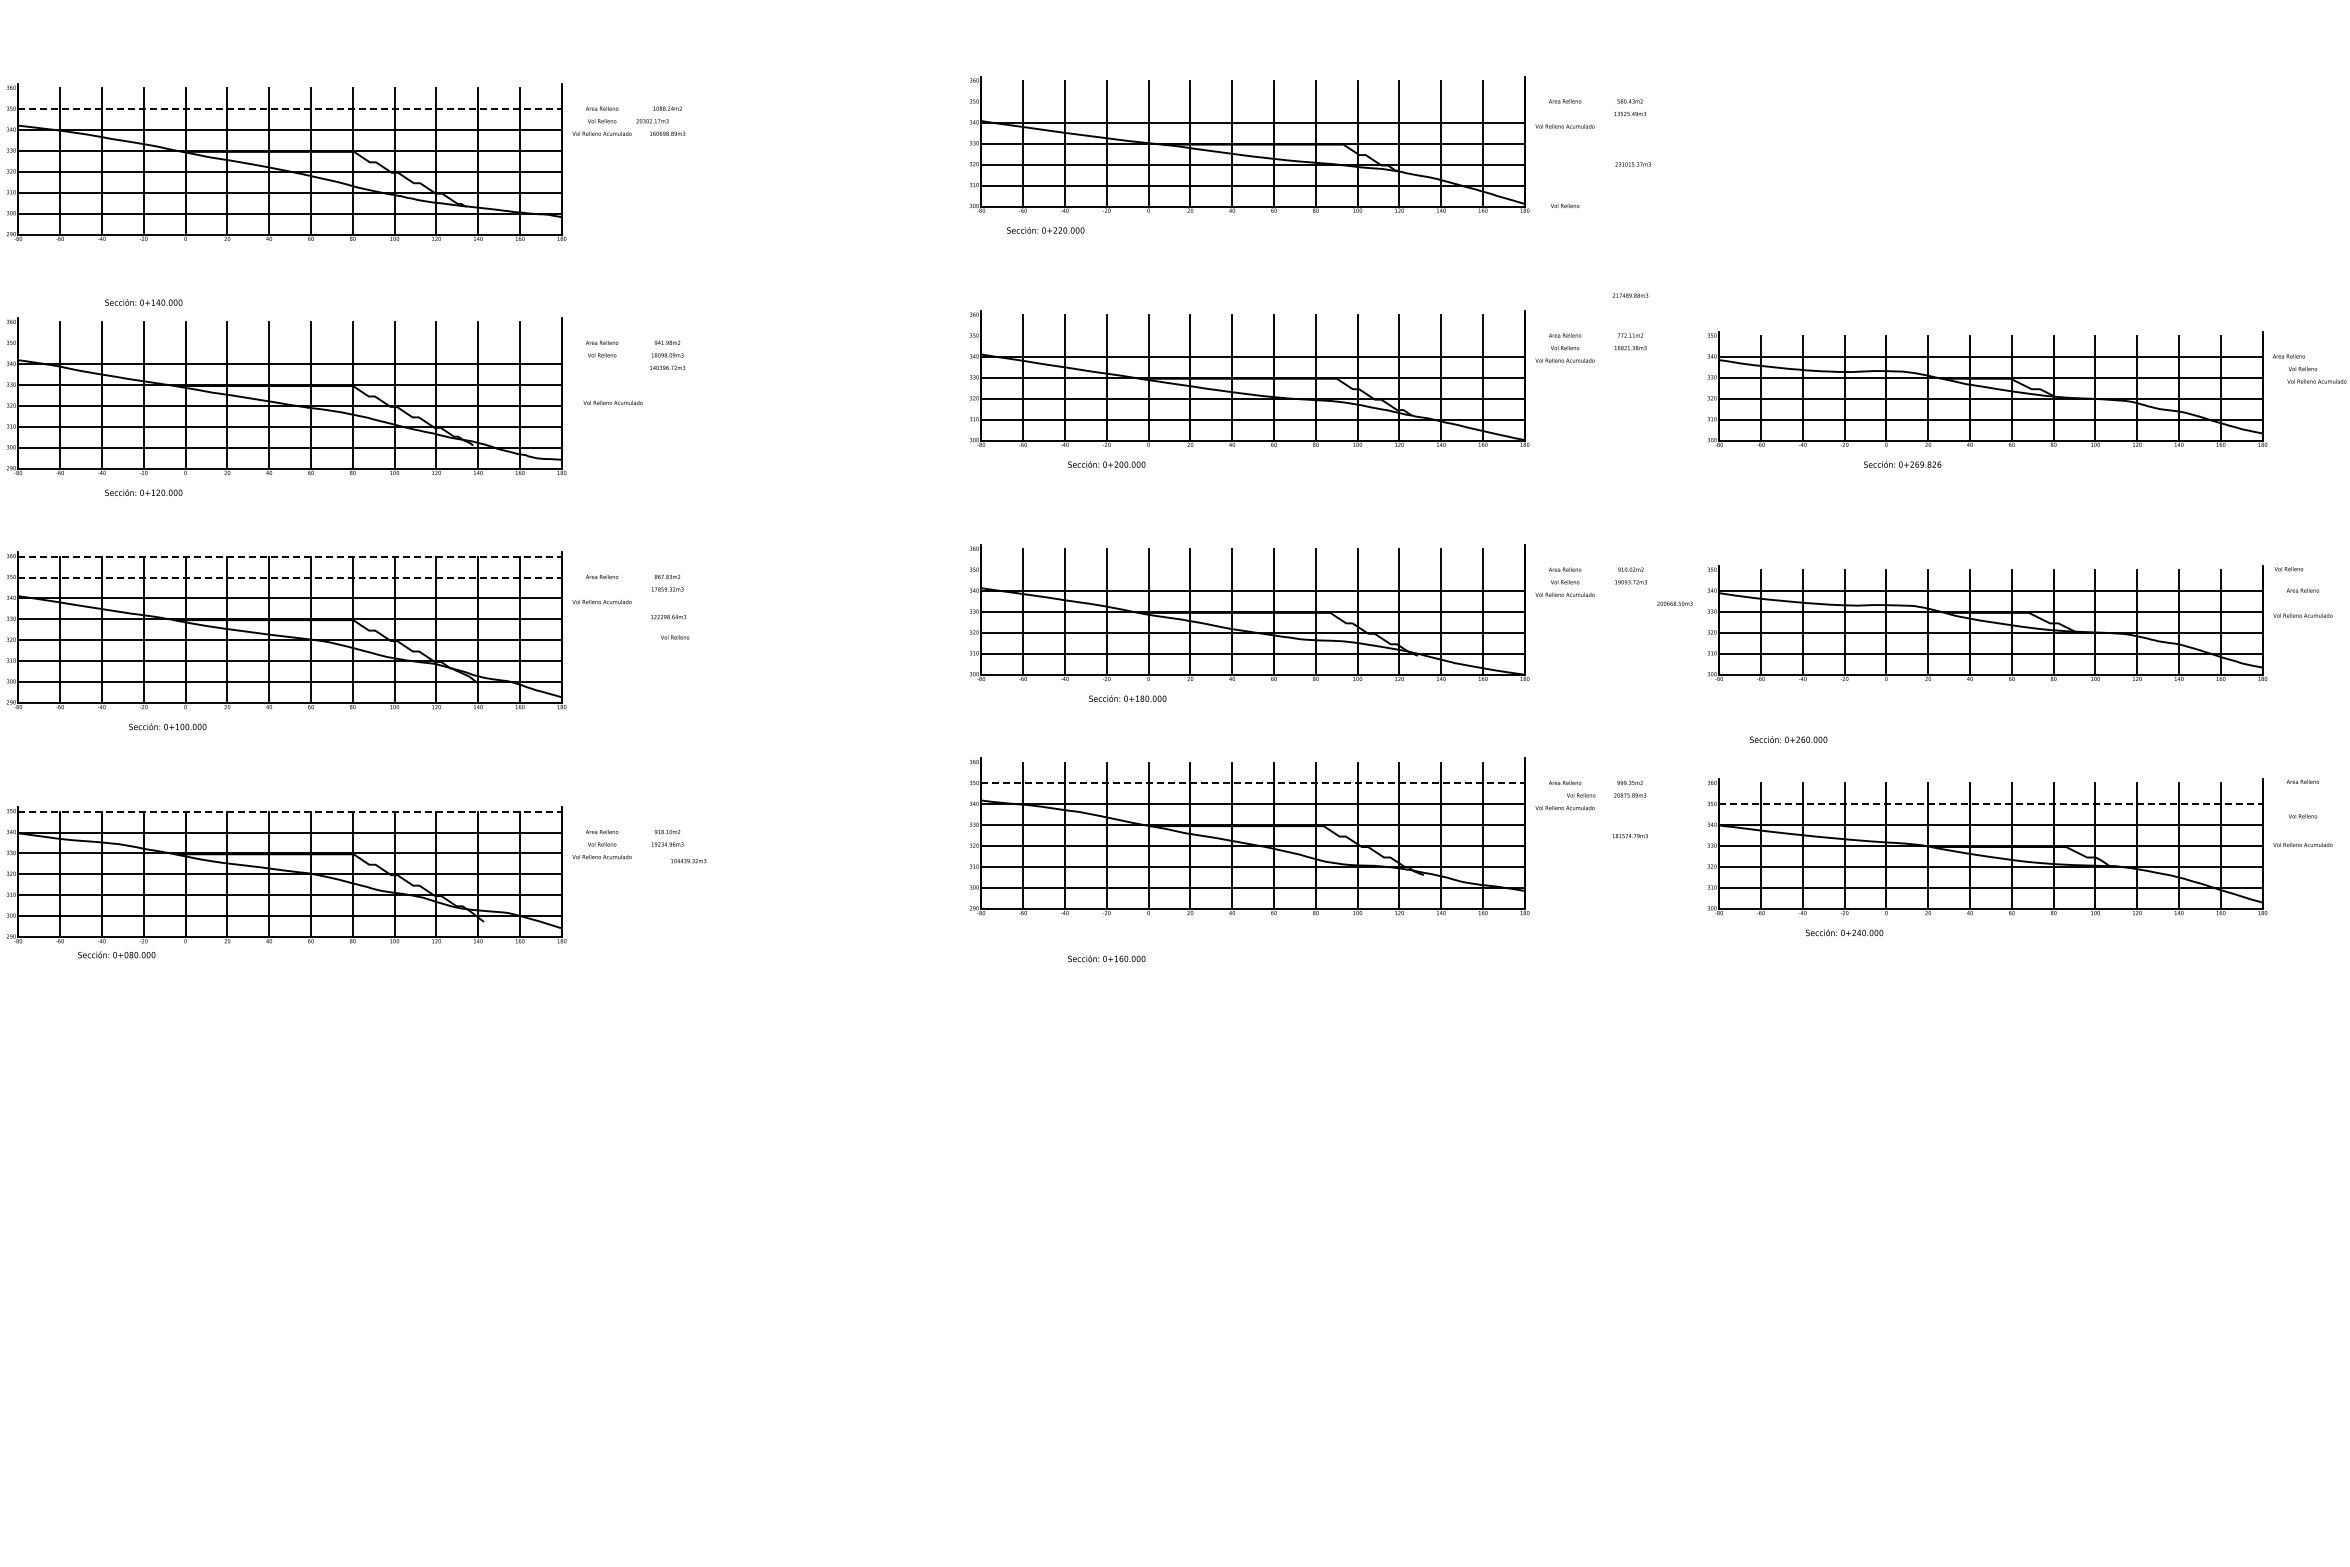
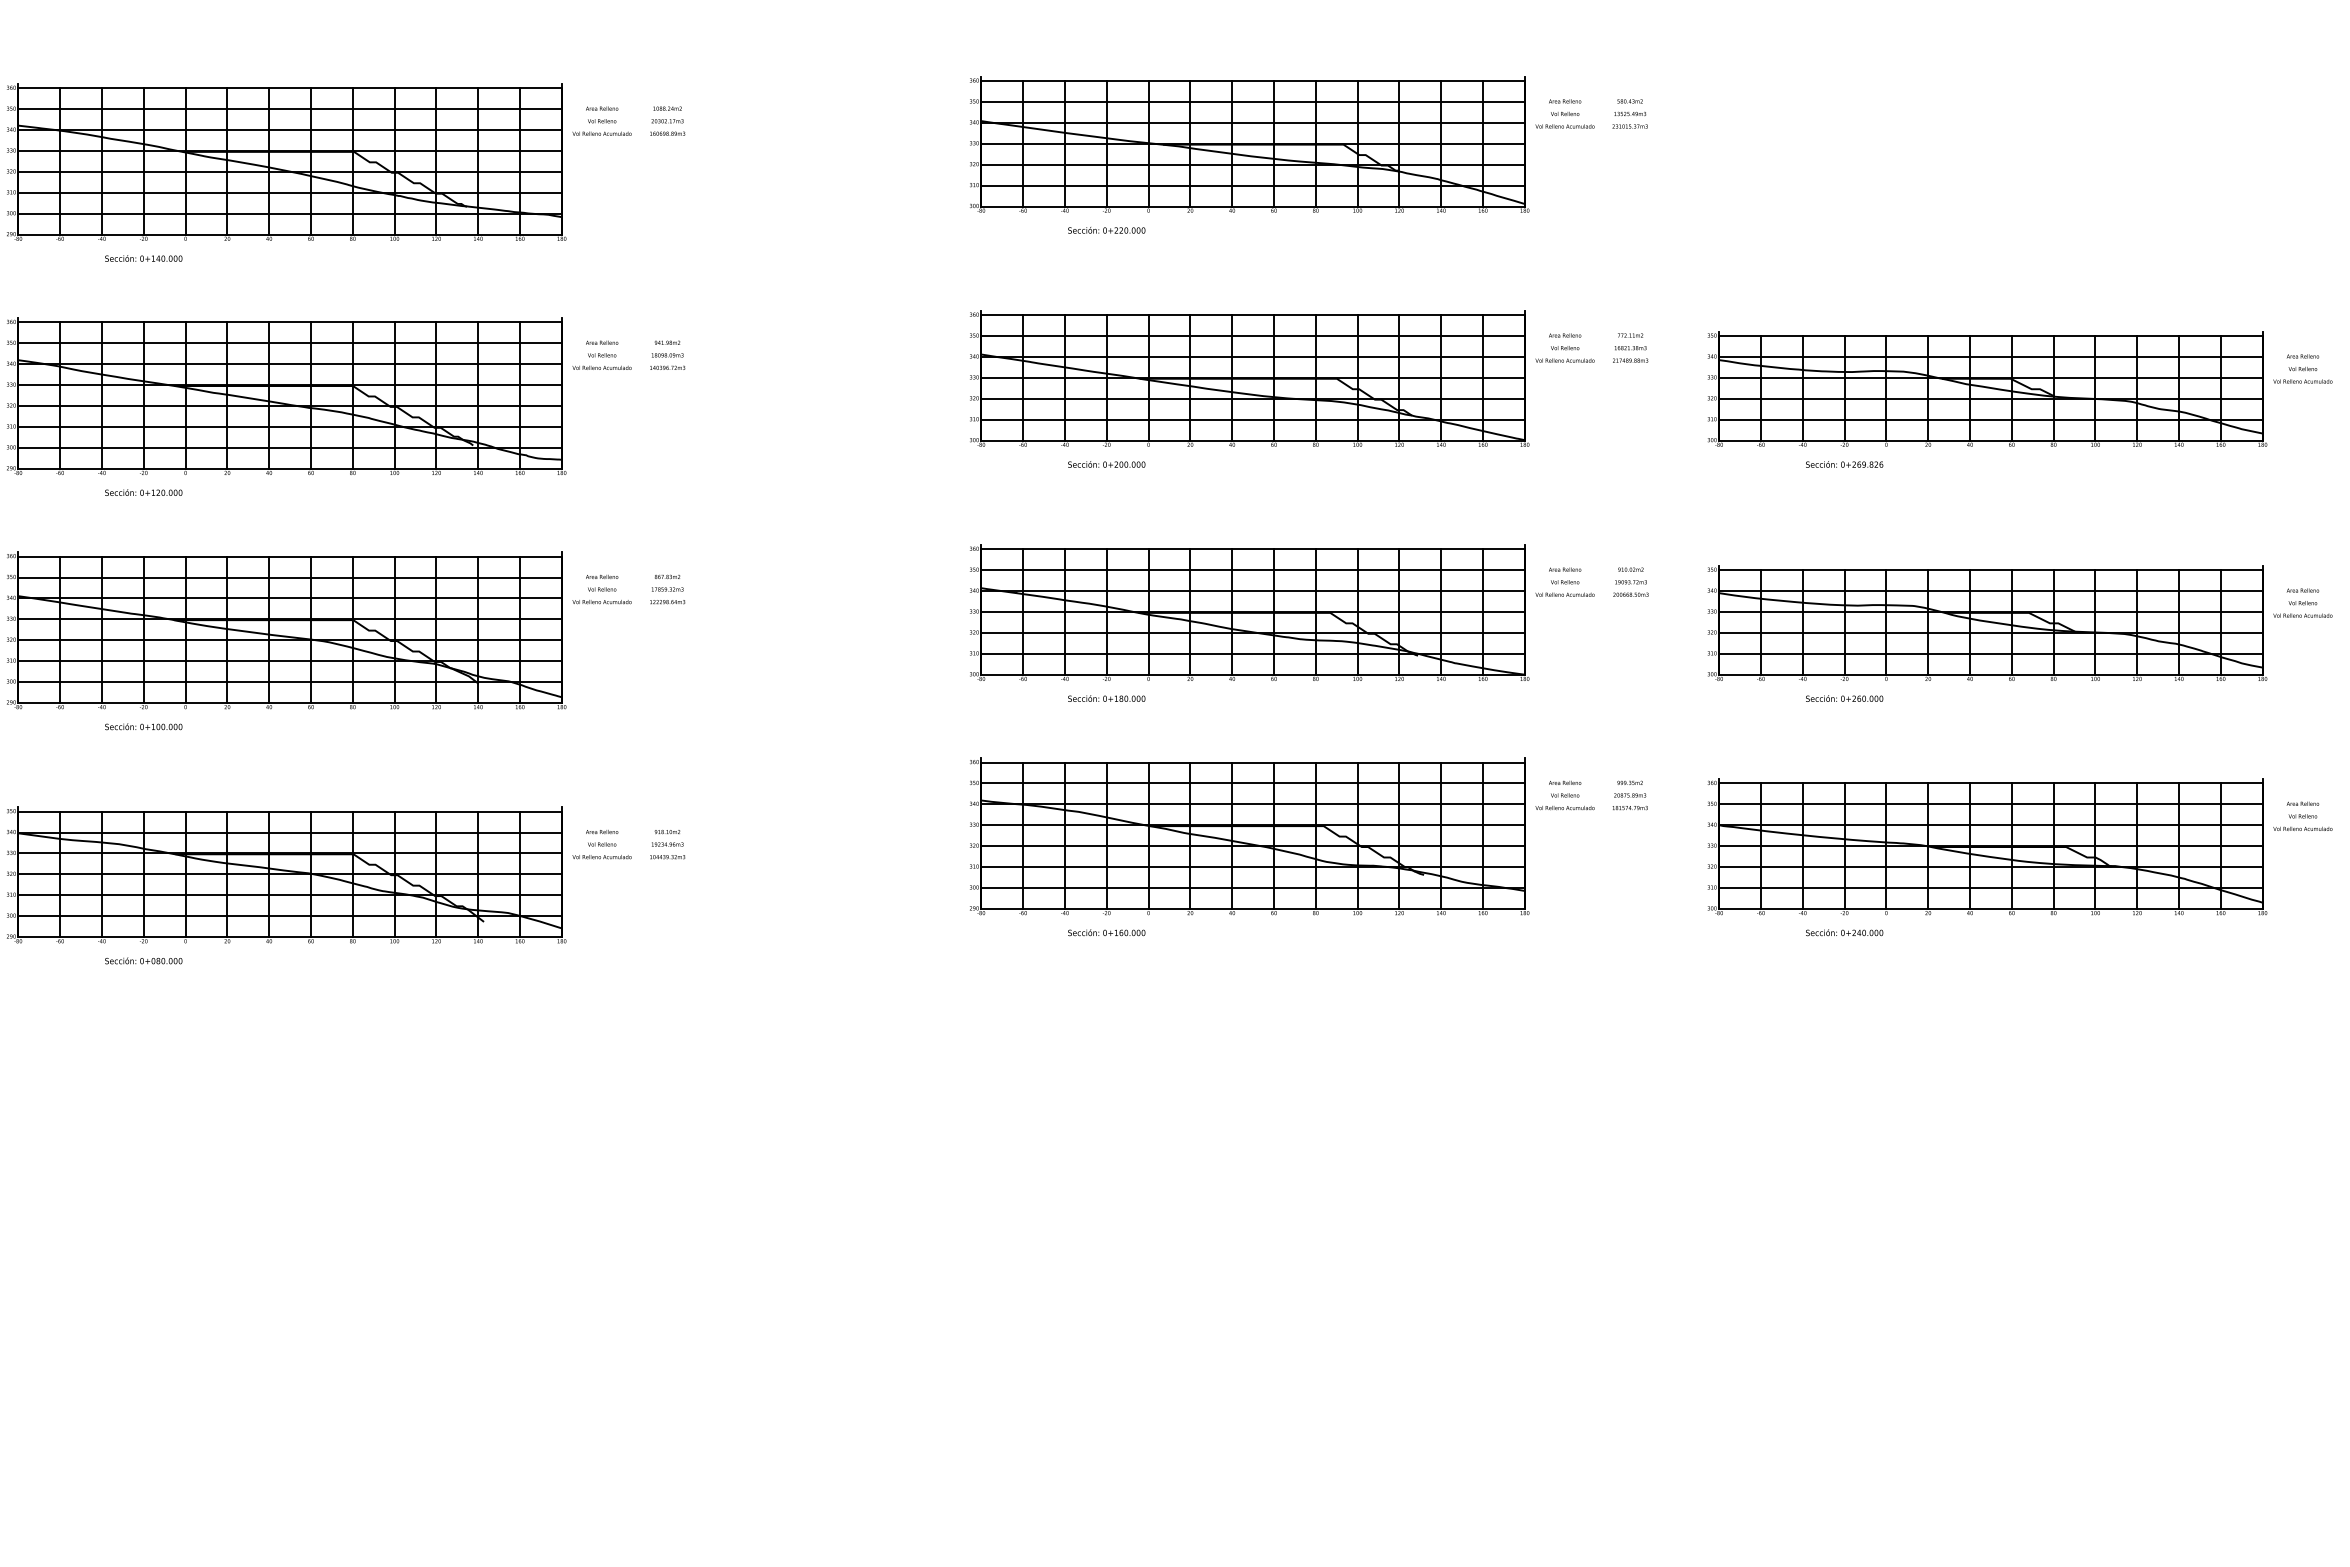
line at (1252, 81): none -> present
line at (289, 88): none -> present
line at (1252, 101): none -> present
line at (290, 109): dashed -> solid
text at (652, 121) position: (652, 121) -> (667, 121)
text at (1632, 164) position: (1632, 164) -> (1629, 126)
text at (1565, 205) position: (1565, 205) -> (1565, 113)
text at (1045, 230) position: (1045, 230) -> (1106, 230)
text at (1630, 295) position: (1630, 295) -> (1630, 360)
text at (143, 302) position: (143, 302) -> (143, 258)
line at (1252, 315): none -> present
line at (289, 322): none -> present
line at (1252, 336): none -> present
line at (1990, 336): none -> present
line at (289, 343): none -> present
text at (2288, 356) position: (2288, 356) -> (2302, 356)
text at (2316, 381) position: (2316, 381) -> (2302, 381)
text at (612, 402) position: (612, 402) -> (601, 367)
text at (1902, 464) position: (1902, 464) -> (1844, 464)
line at (1252, 549): none -> present
line at (290, 556): dashed -> solid
text at (2288, 569) position: (2288, 569) -> (2302, 603)
line at (1252, 570): none -> present
line at (1990, 570): none -> present
line at (290, 577): dashed -> solid
text at (1674, 603) position: (1674, 603) -> (1630, 594)
text at (668, 617) position: (668, 617) -> (667, 602)
text at (675, 637) position: (675, 637) -> (602, 589)
text at (1127, 698) position: (1127, 698) -> (1106, 698)
text at (167, 726) position: (167, 726) -> (143, 726)
text at (1788, 739) position: (1788, 739) -> (1844, 698)
line at (1252, 762): none -> present
text at (2302, 781) position: (2302, 781) -> (2302, 803)
line at (1253, 783): dashed -> solid
line at (1990, 783): none -> present
text at (1581, 795) position: (1581, 795) -> (1565, 795)
line at (1990, 804): dashed -> solid
line at (290, 811): dashed -> solid
text at (1629, 836) position: (1629, 836) -> (1629, 808)
text at (2302, 844) position: (2302, 844) -> (2302, 828)
text at (688, 861) position: (688, 861) -> (667, 857)
text at (116, 954) position: (116, 954) -> (143, 960)
text at (1106, 958) position: (1106, 958) -> (1106, 932)
